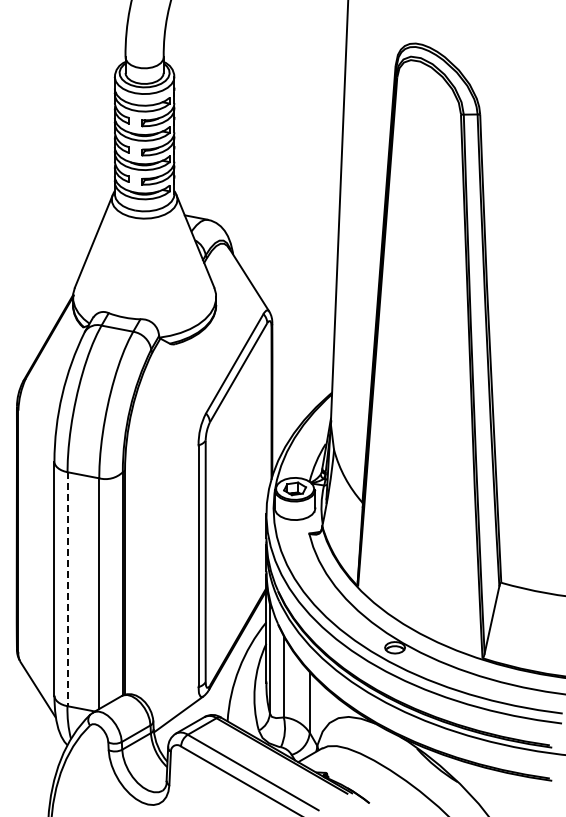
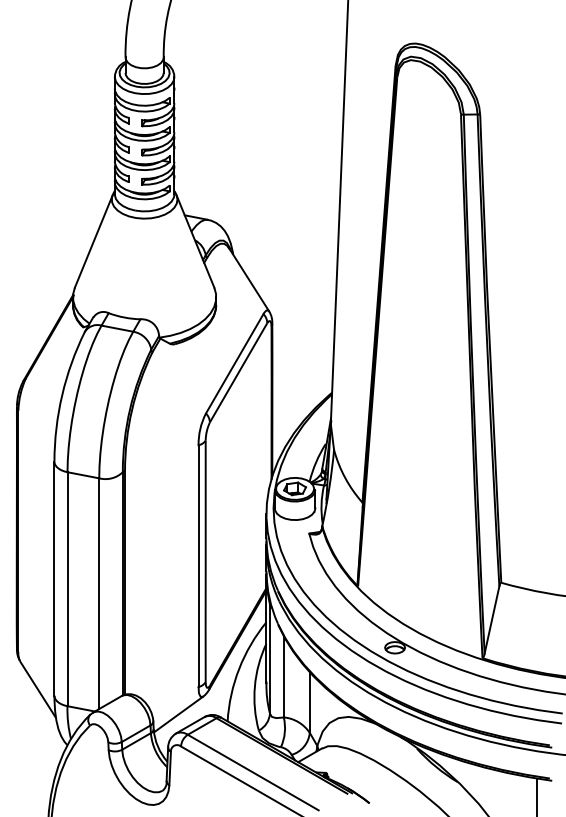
line at (67, 589): dashed -> solid
line at (537, 795): none -> present
